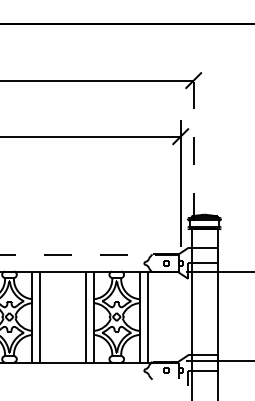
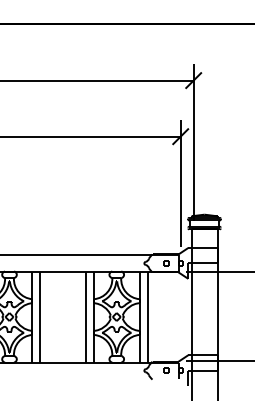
line at (193, 142): dashed -> solid
line at (89, 255): dashed -> solid
